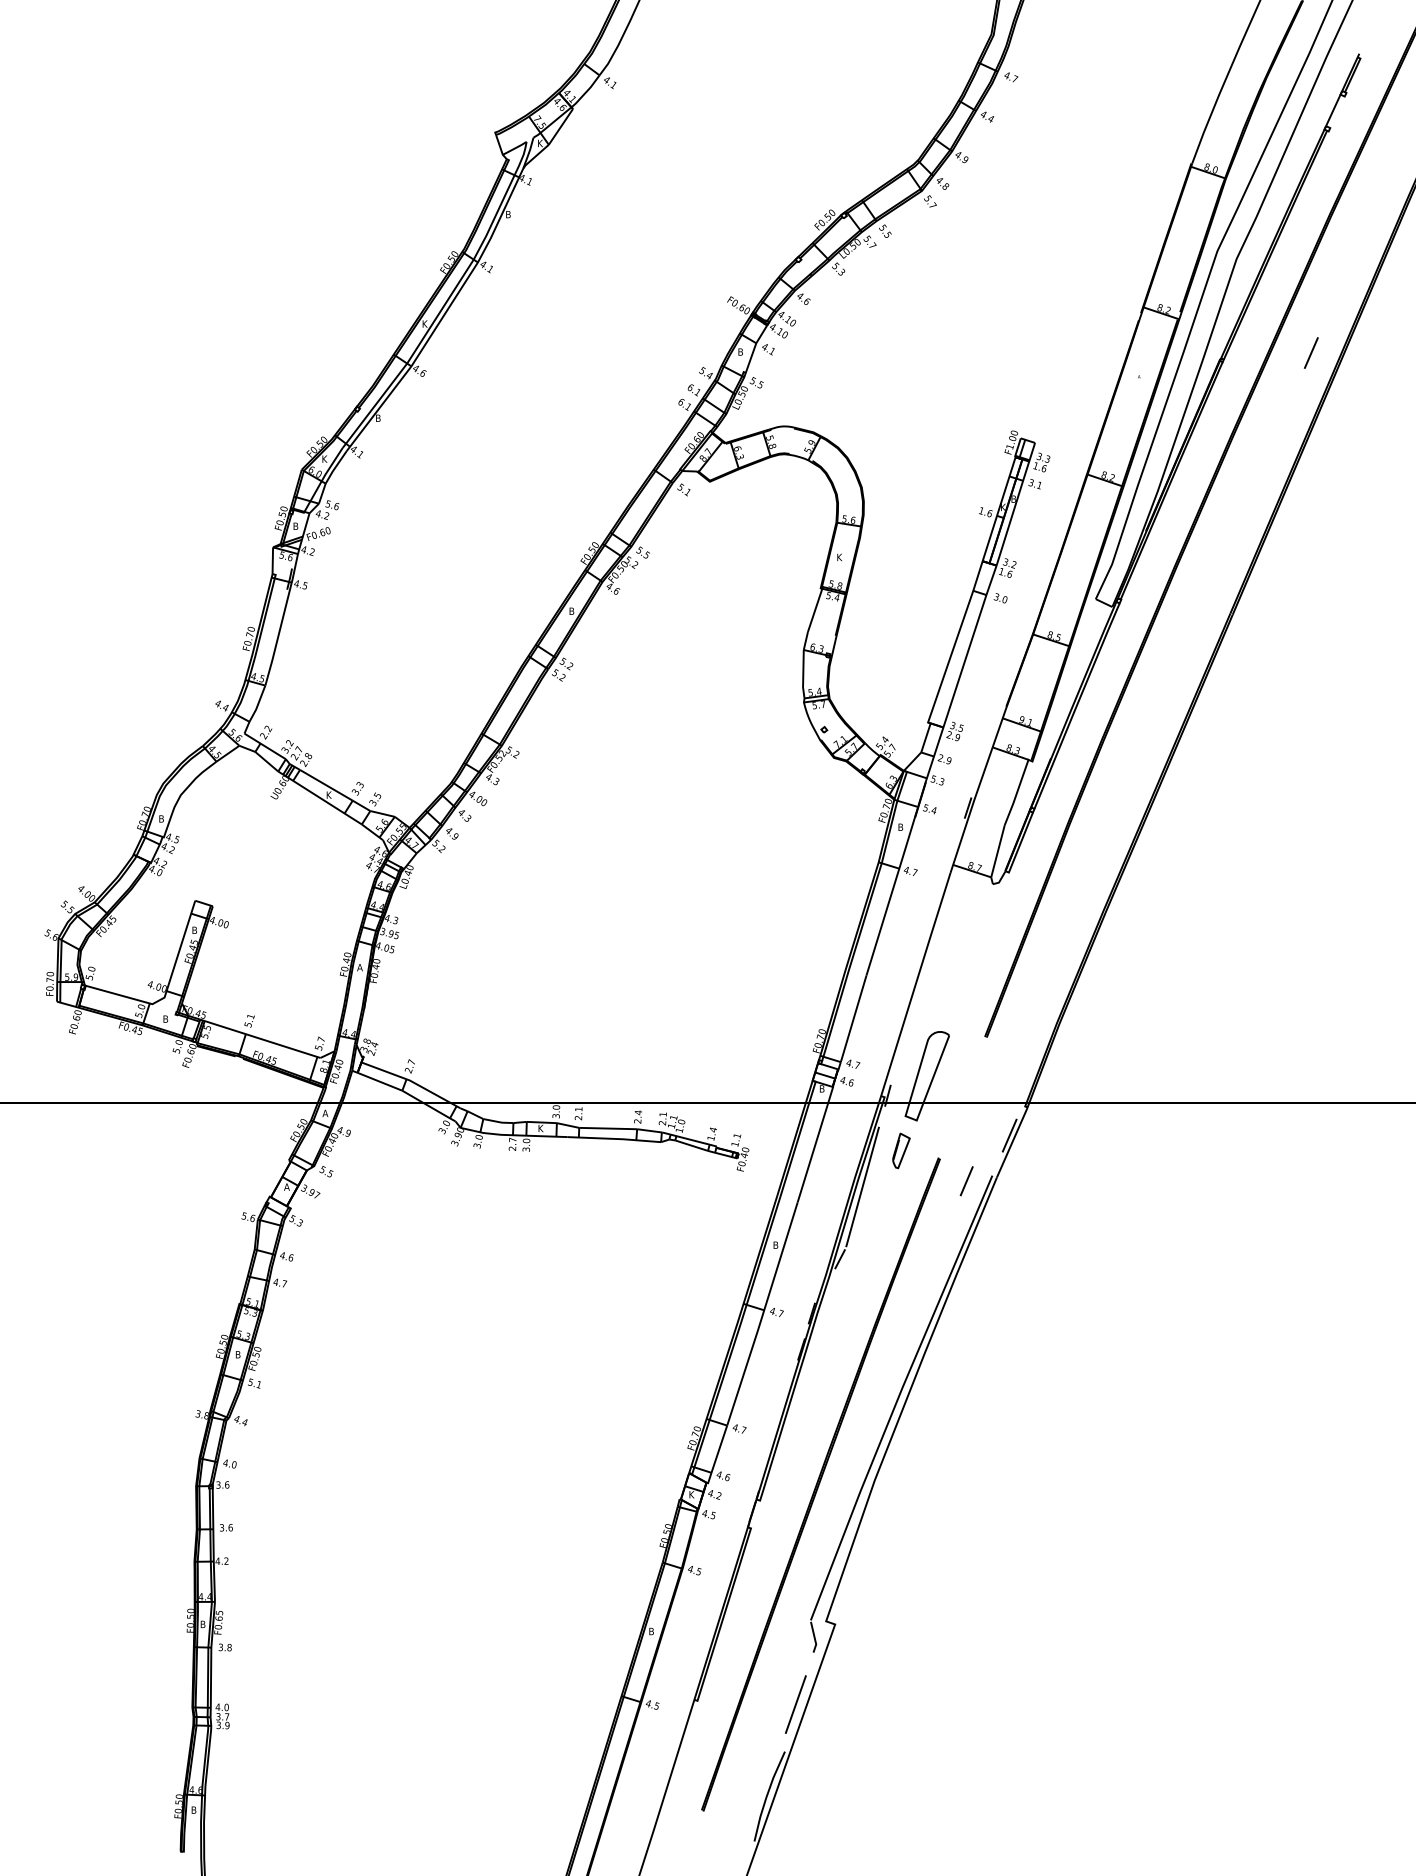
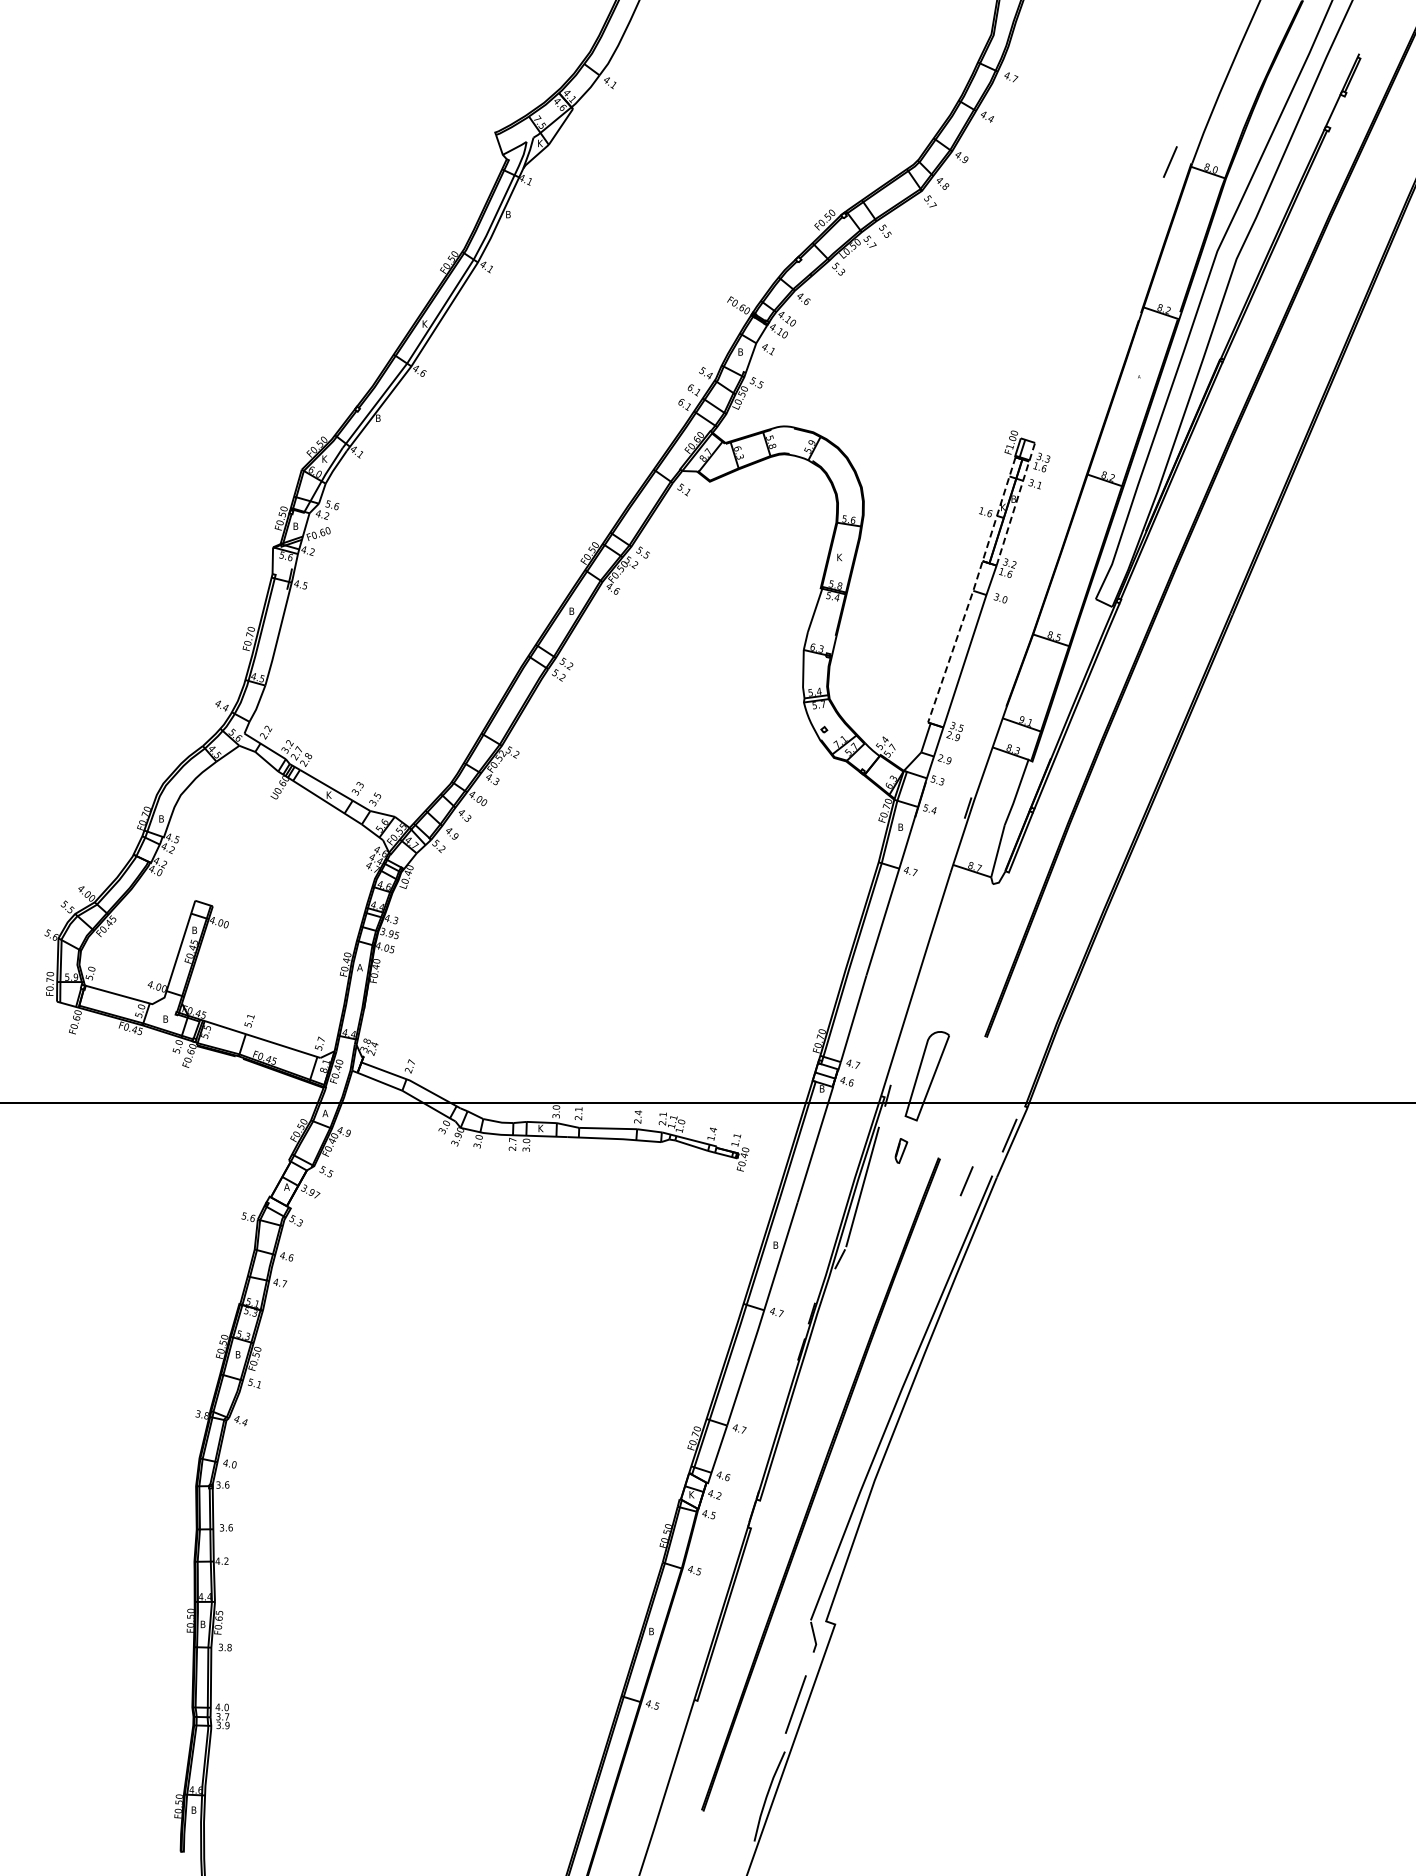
line at (1311, 352) position: (1311, 352) -> (1170, 161)
line at (1015, 503): solid -> dashed
line at (972, 591): solid -> dashed
part at (901, 1150) size: 19x38 px -> 15x26 px
